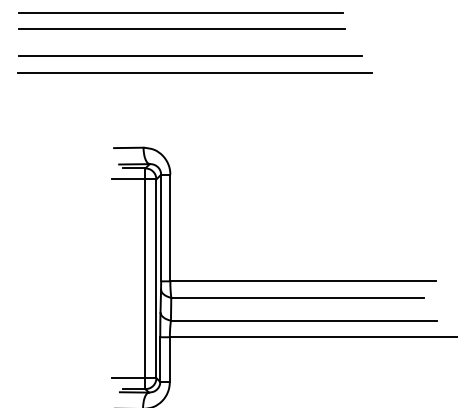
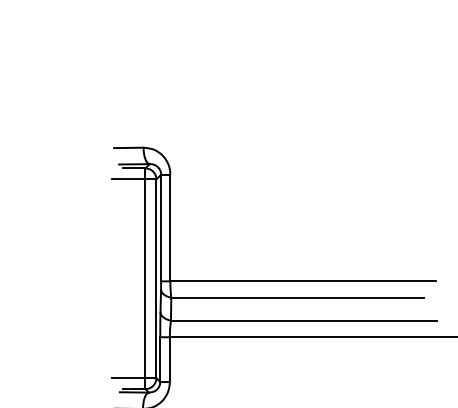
line at (180, 12): present -> none
line at (181, 28): present -> none
line at (190, 55): present -> none
line at (195, 73): present -> none
